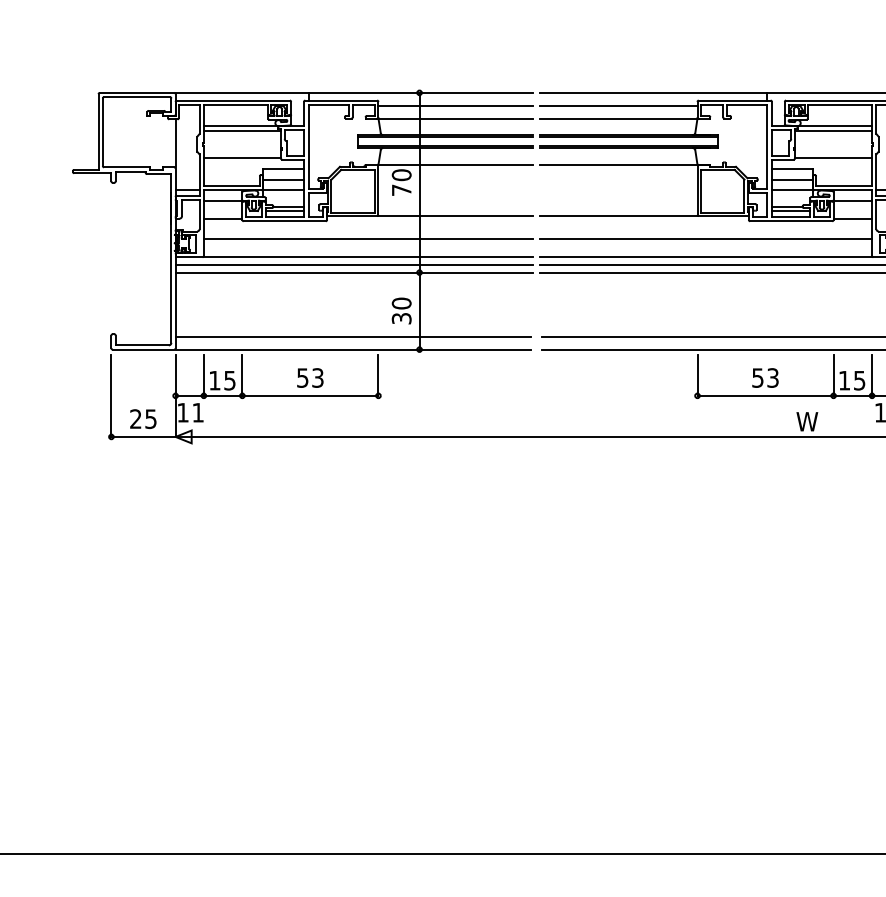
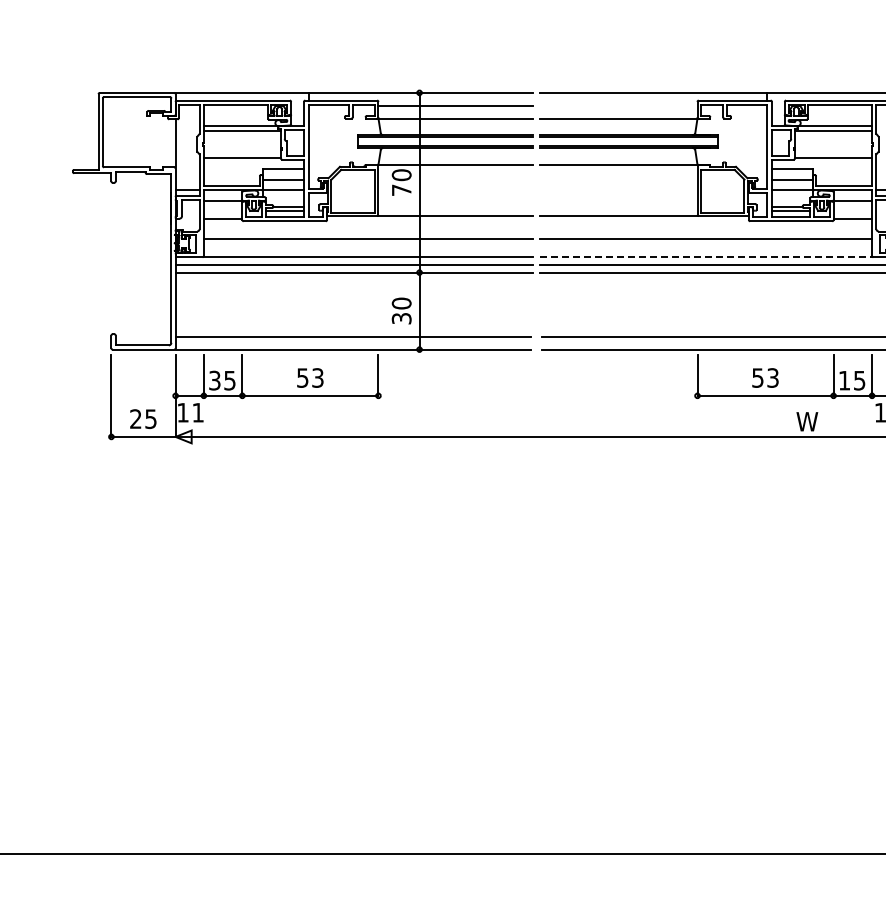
line at (618, 105): present -> none
line at (706, 257): solid -> dashed
text at (214, 380): 15 -> 35
